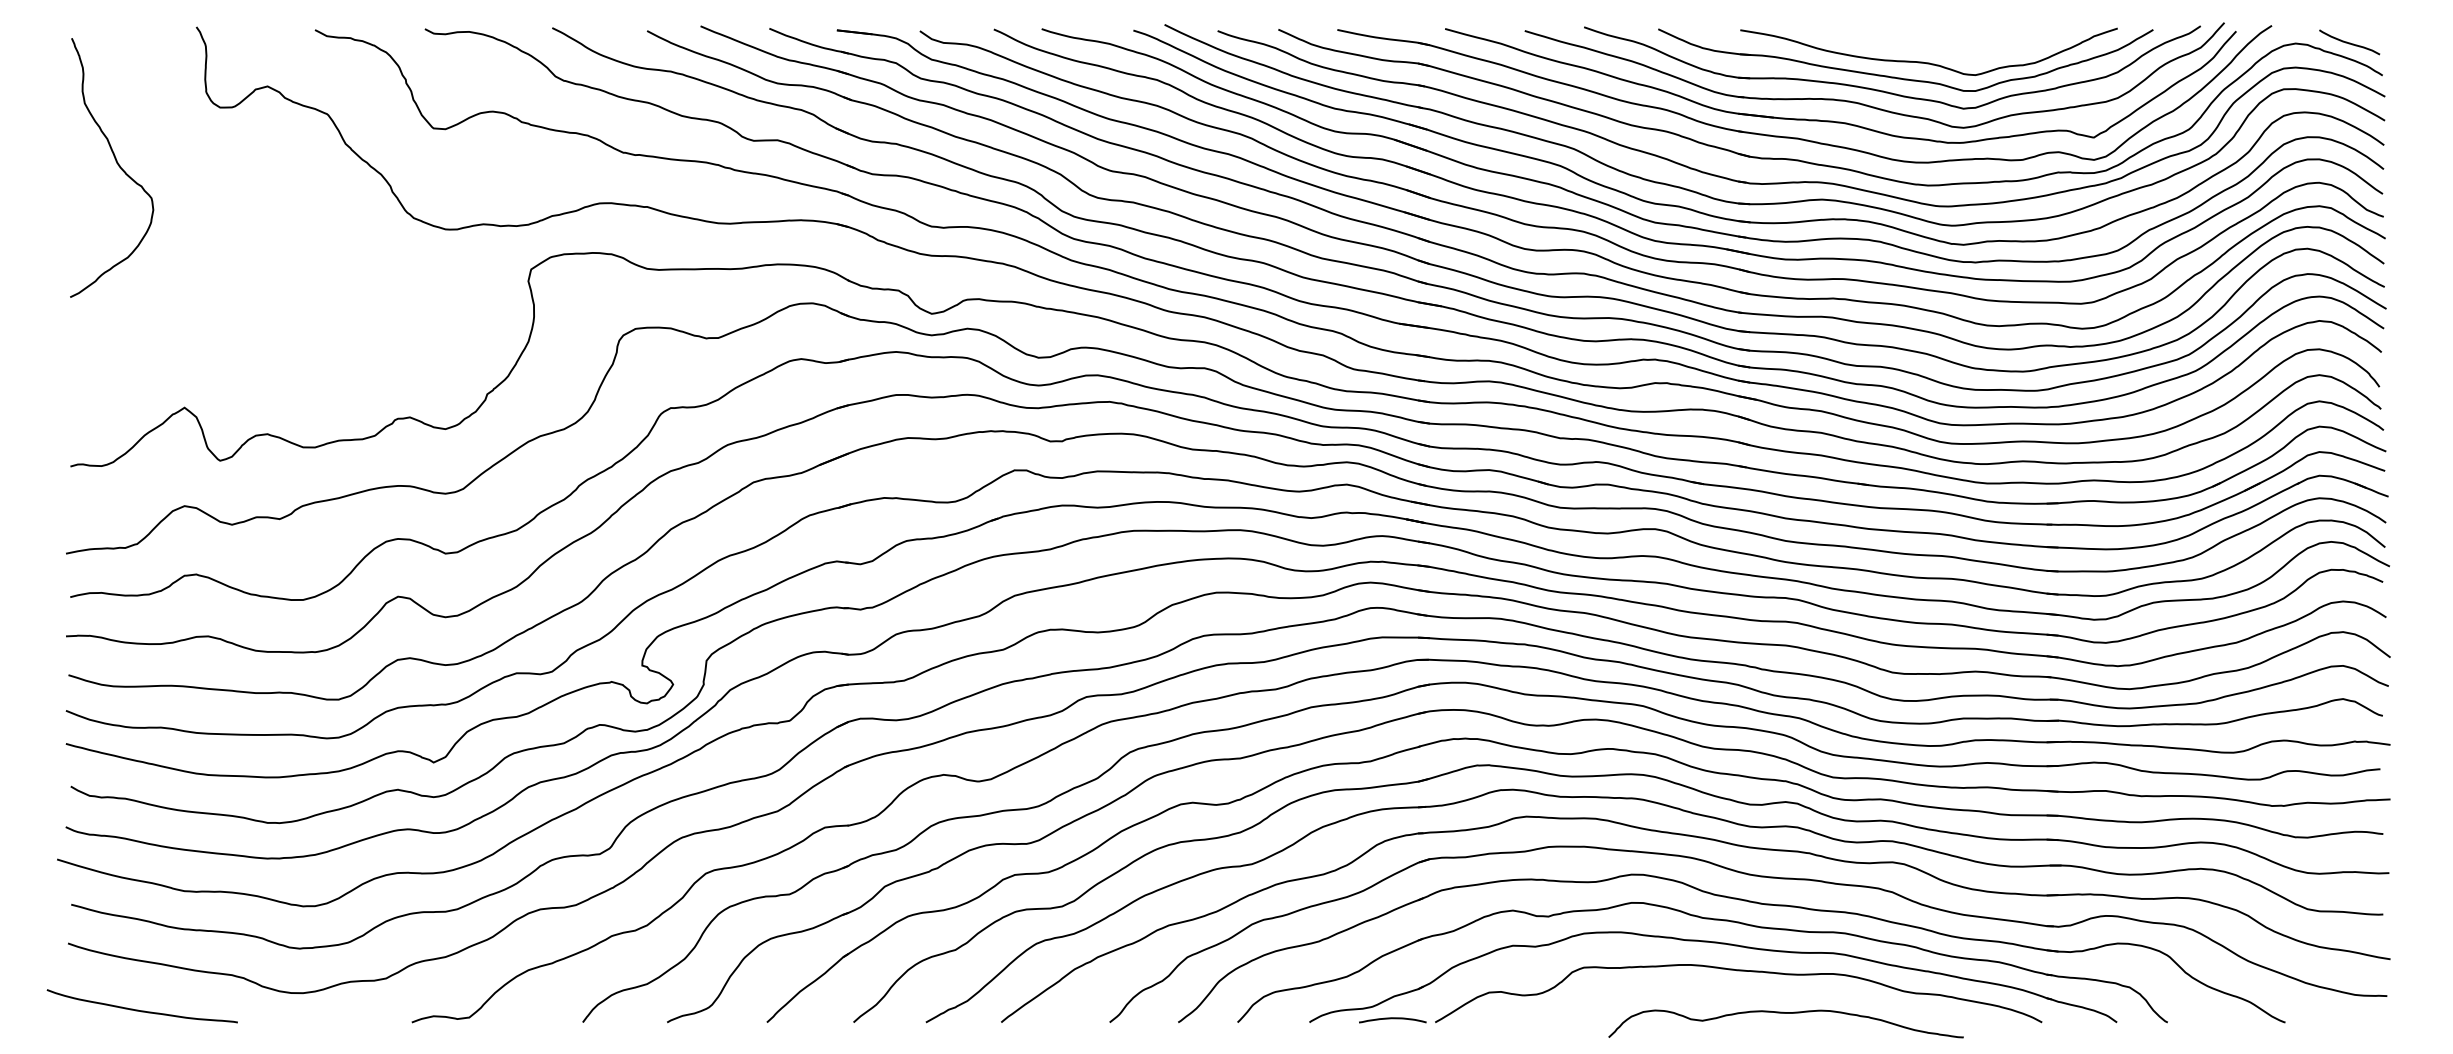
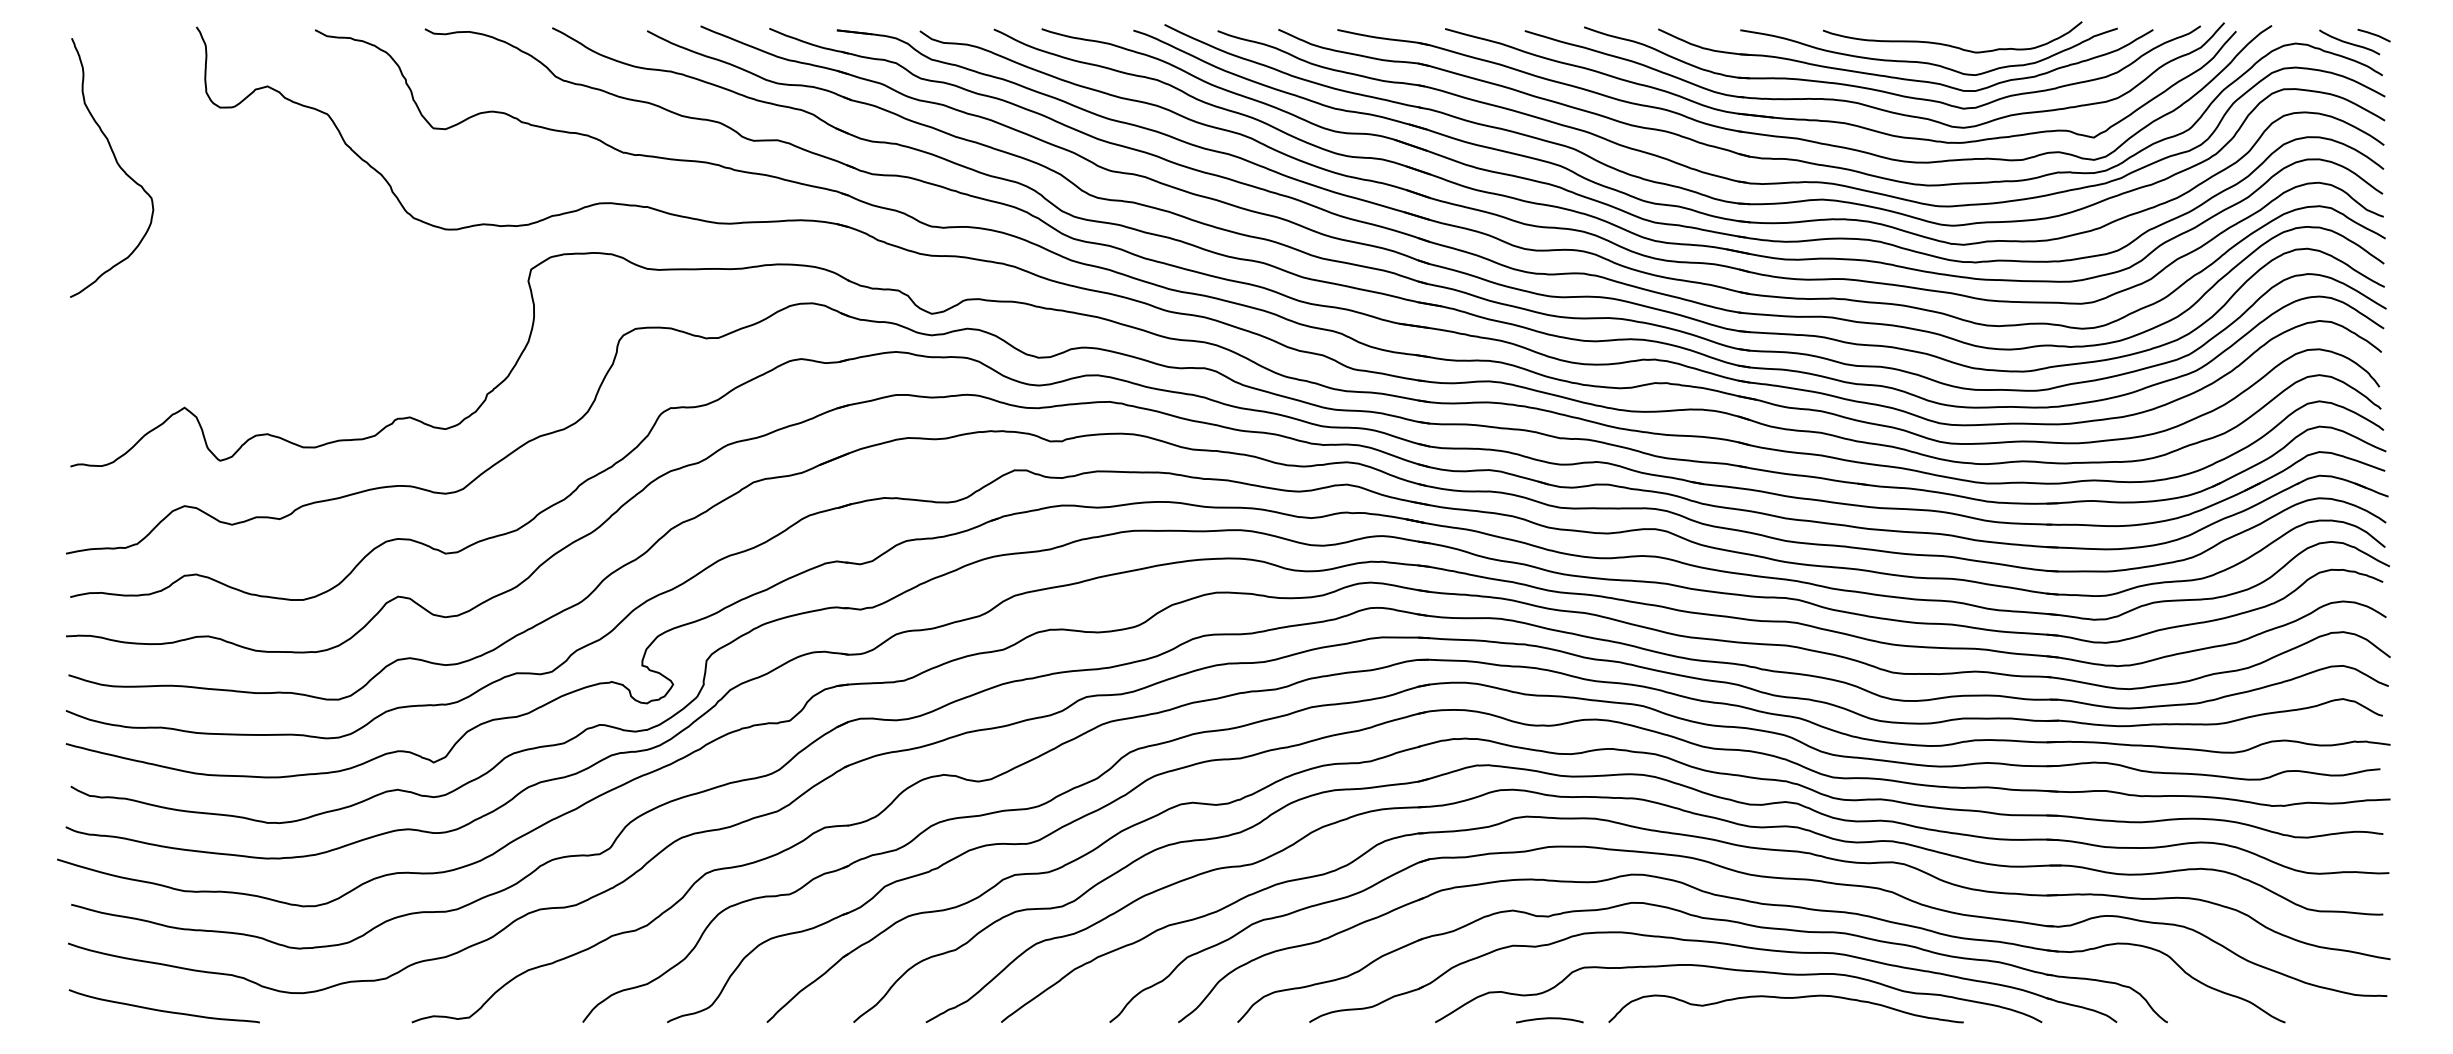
line at (2373, 35): none -> present
curve at (1949, 44): none -> present
curve at (141, 1010) position: (141, 1010) -> (163, 1010)
curve at (1785, 1013) position: (1785, 1013) -> (1785, 998)
curve at (1392, 1019) position: (1392, 1019) -> (1549, 1019)
